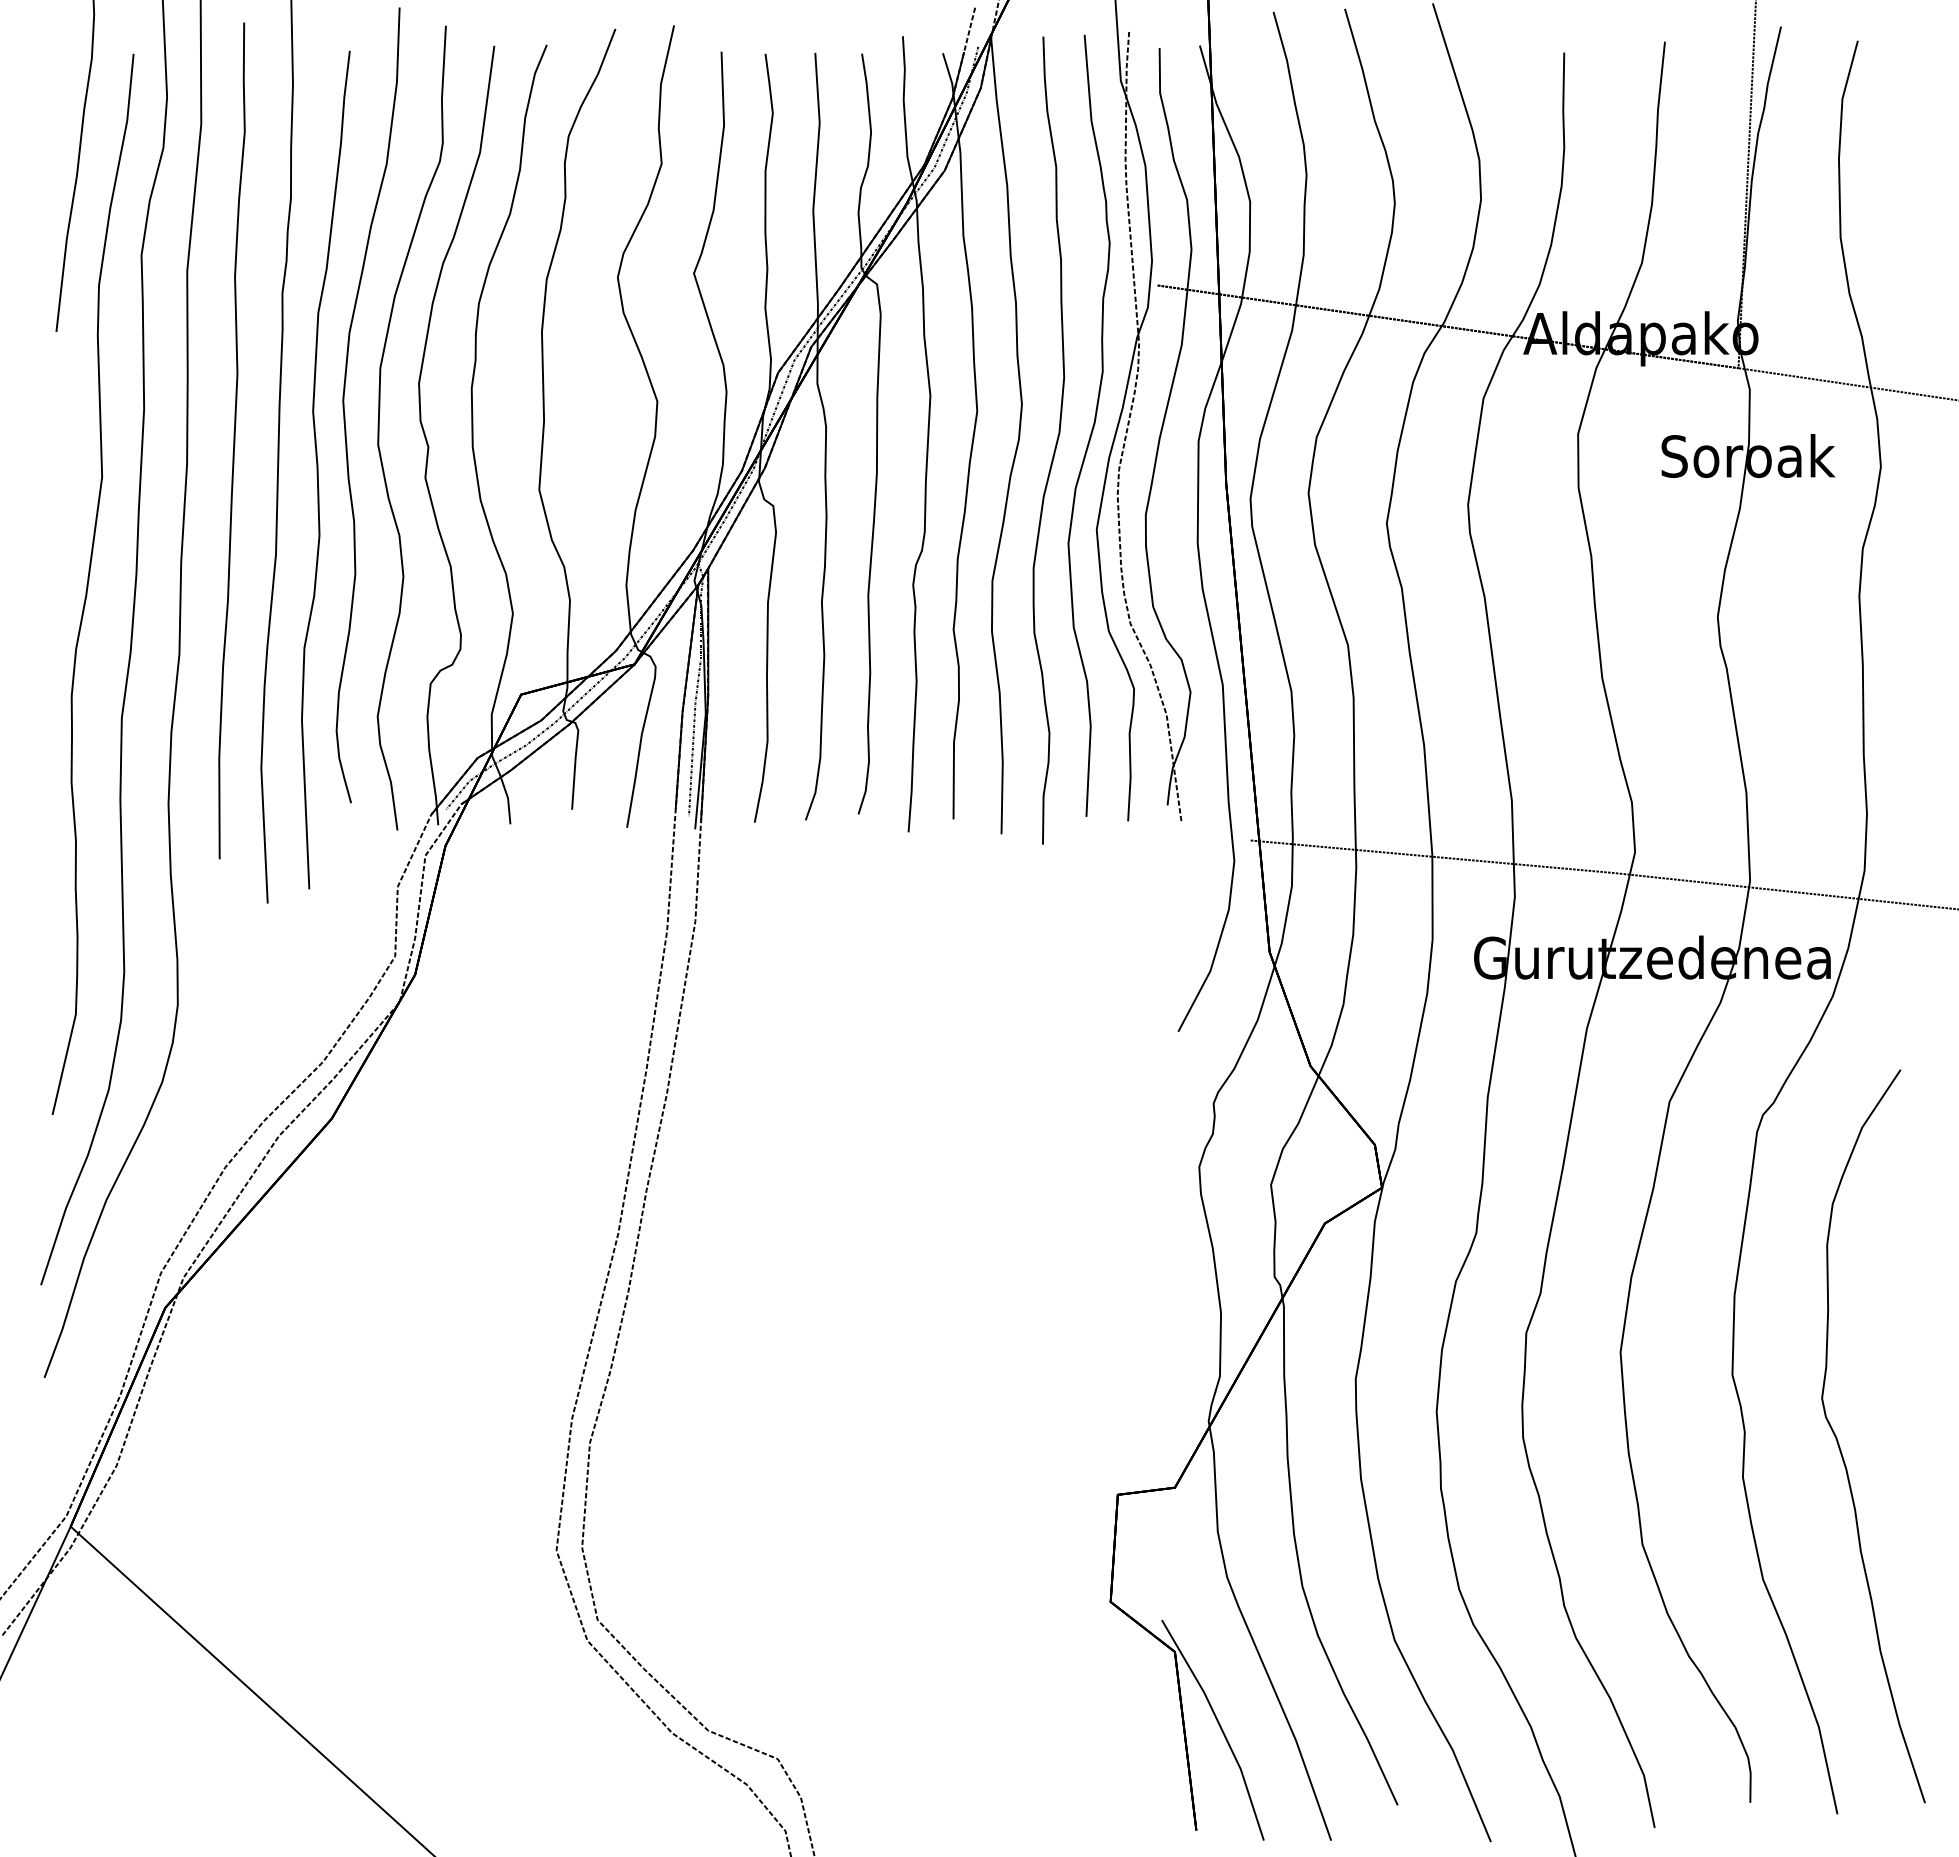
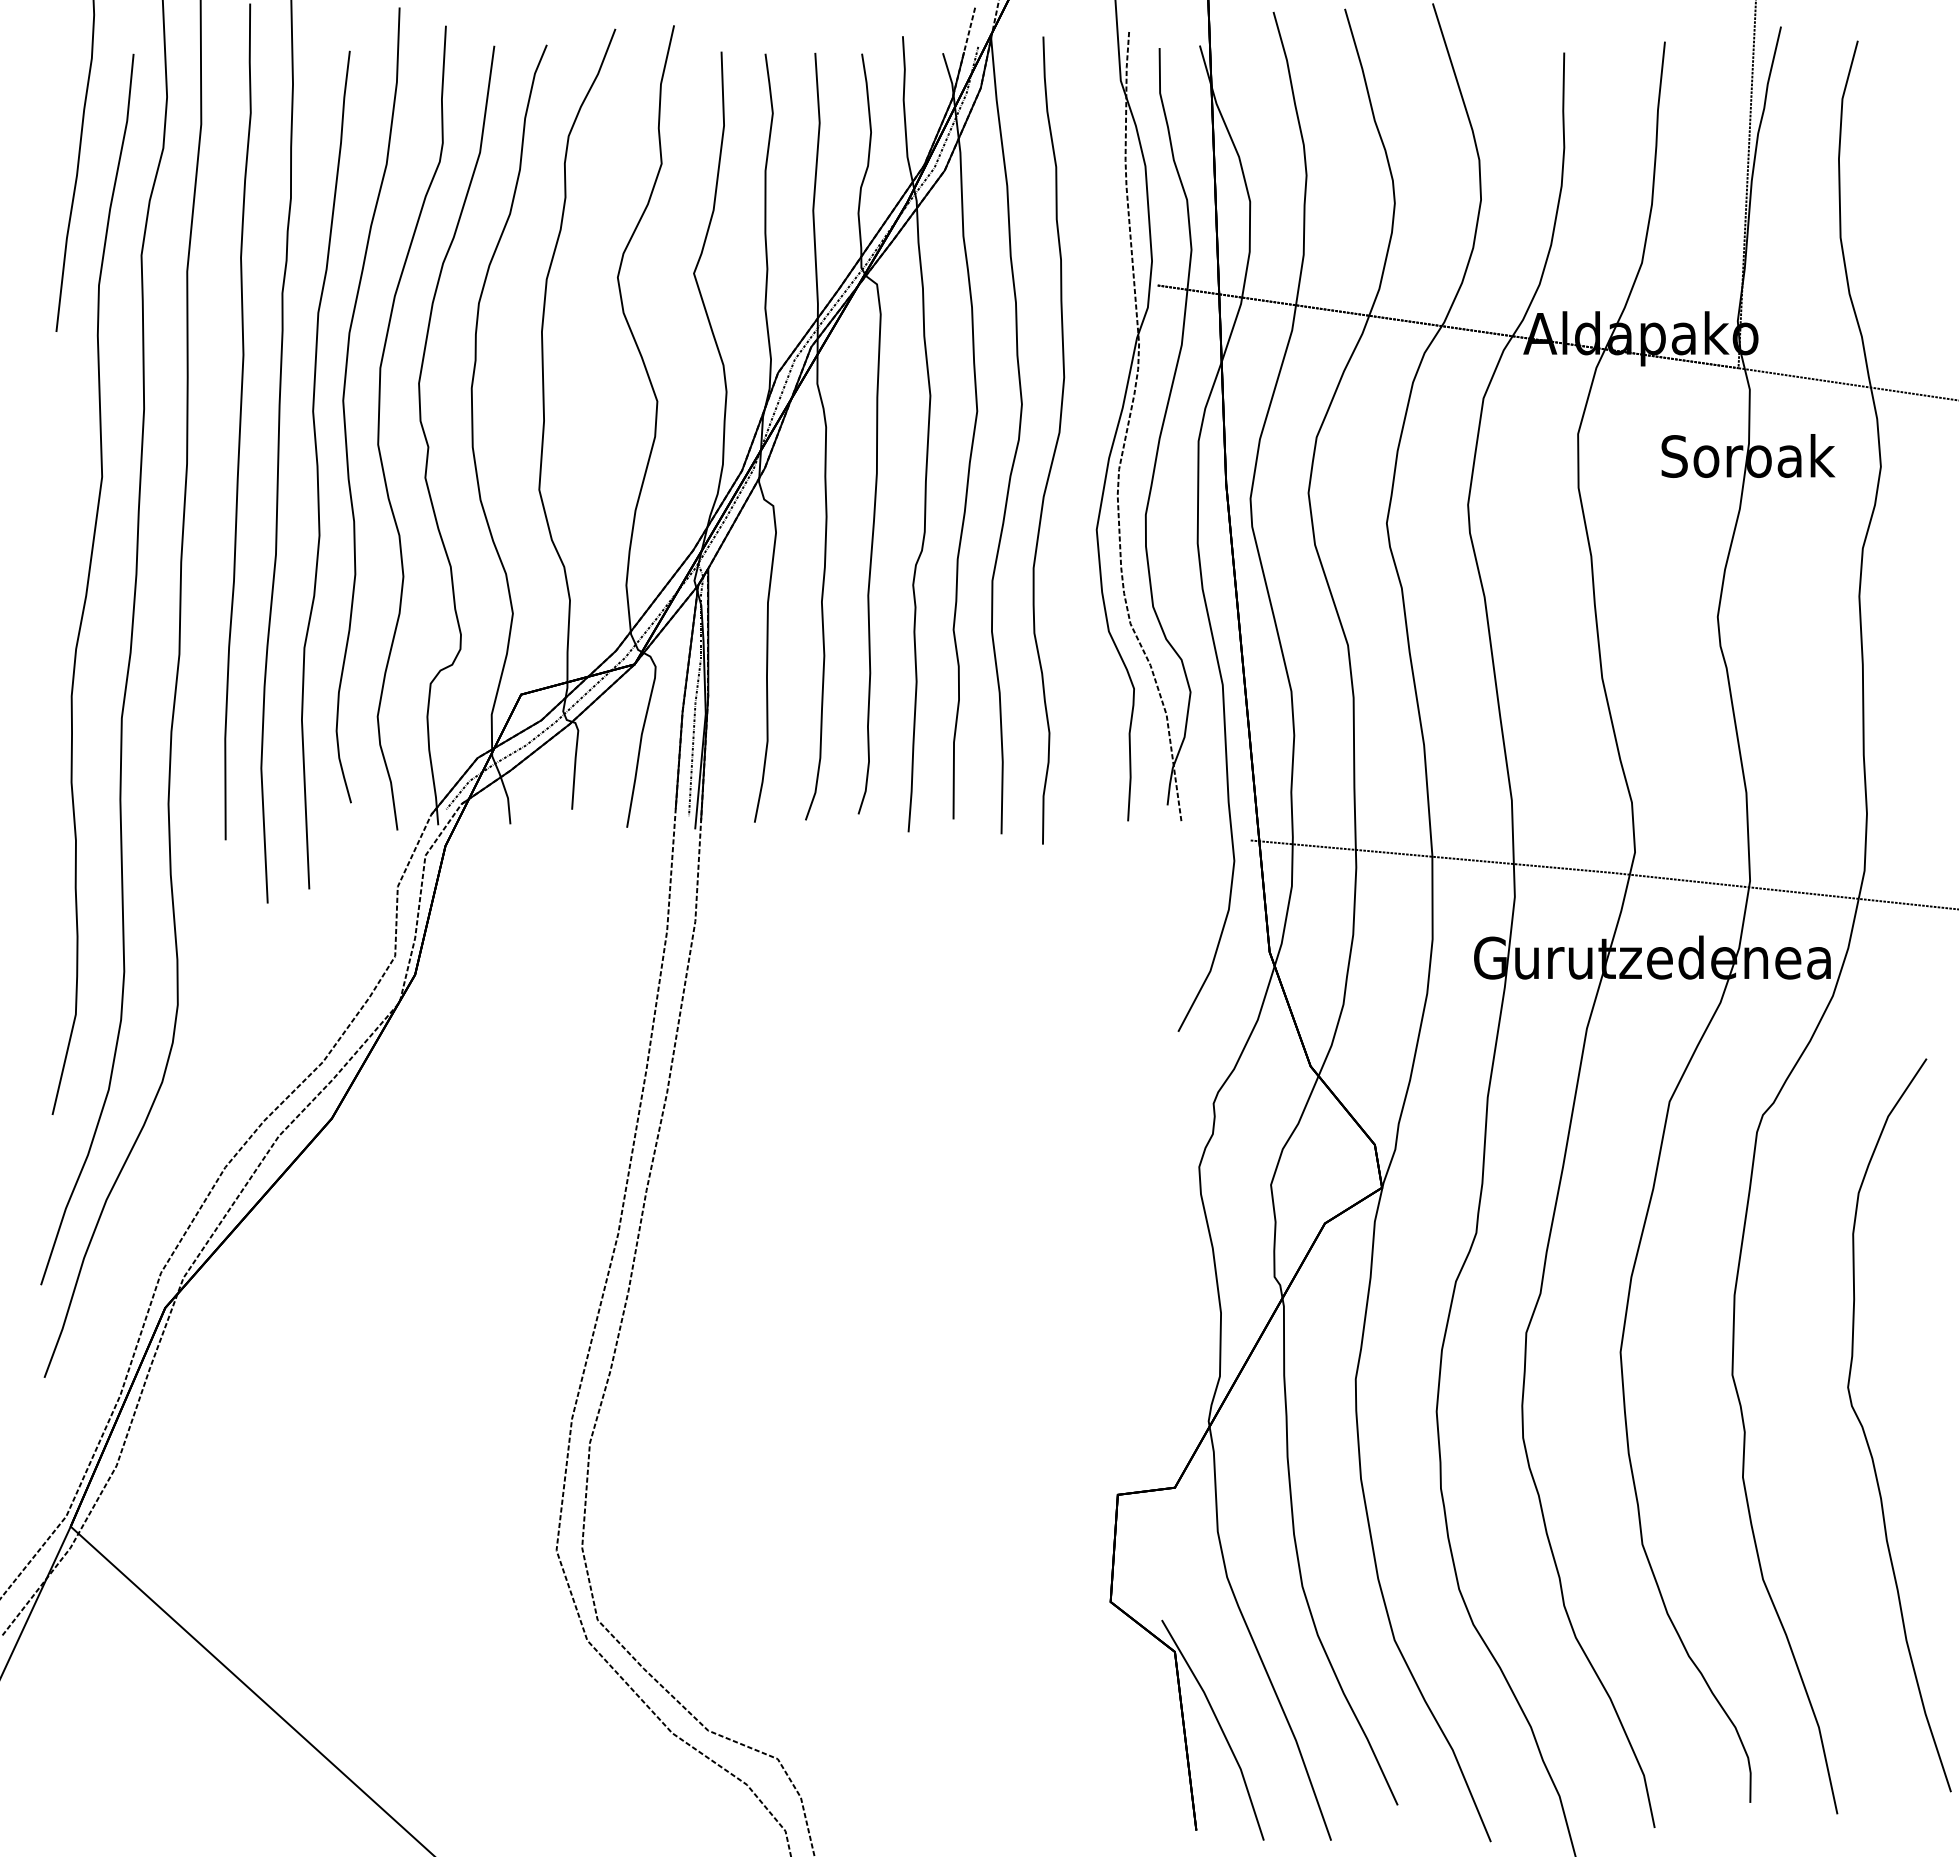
part at (1088, 425): present -> none
part at (231, 440) position: (231, 440) -> (237, 421)
curve at (1839, 1443) position: (1839, 1443) -> (1865, 1432)
